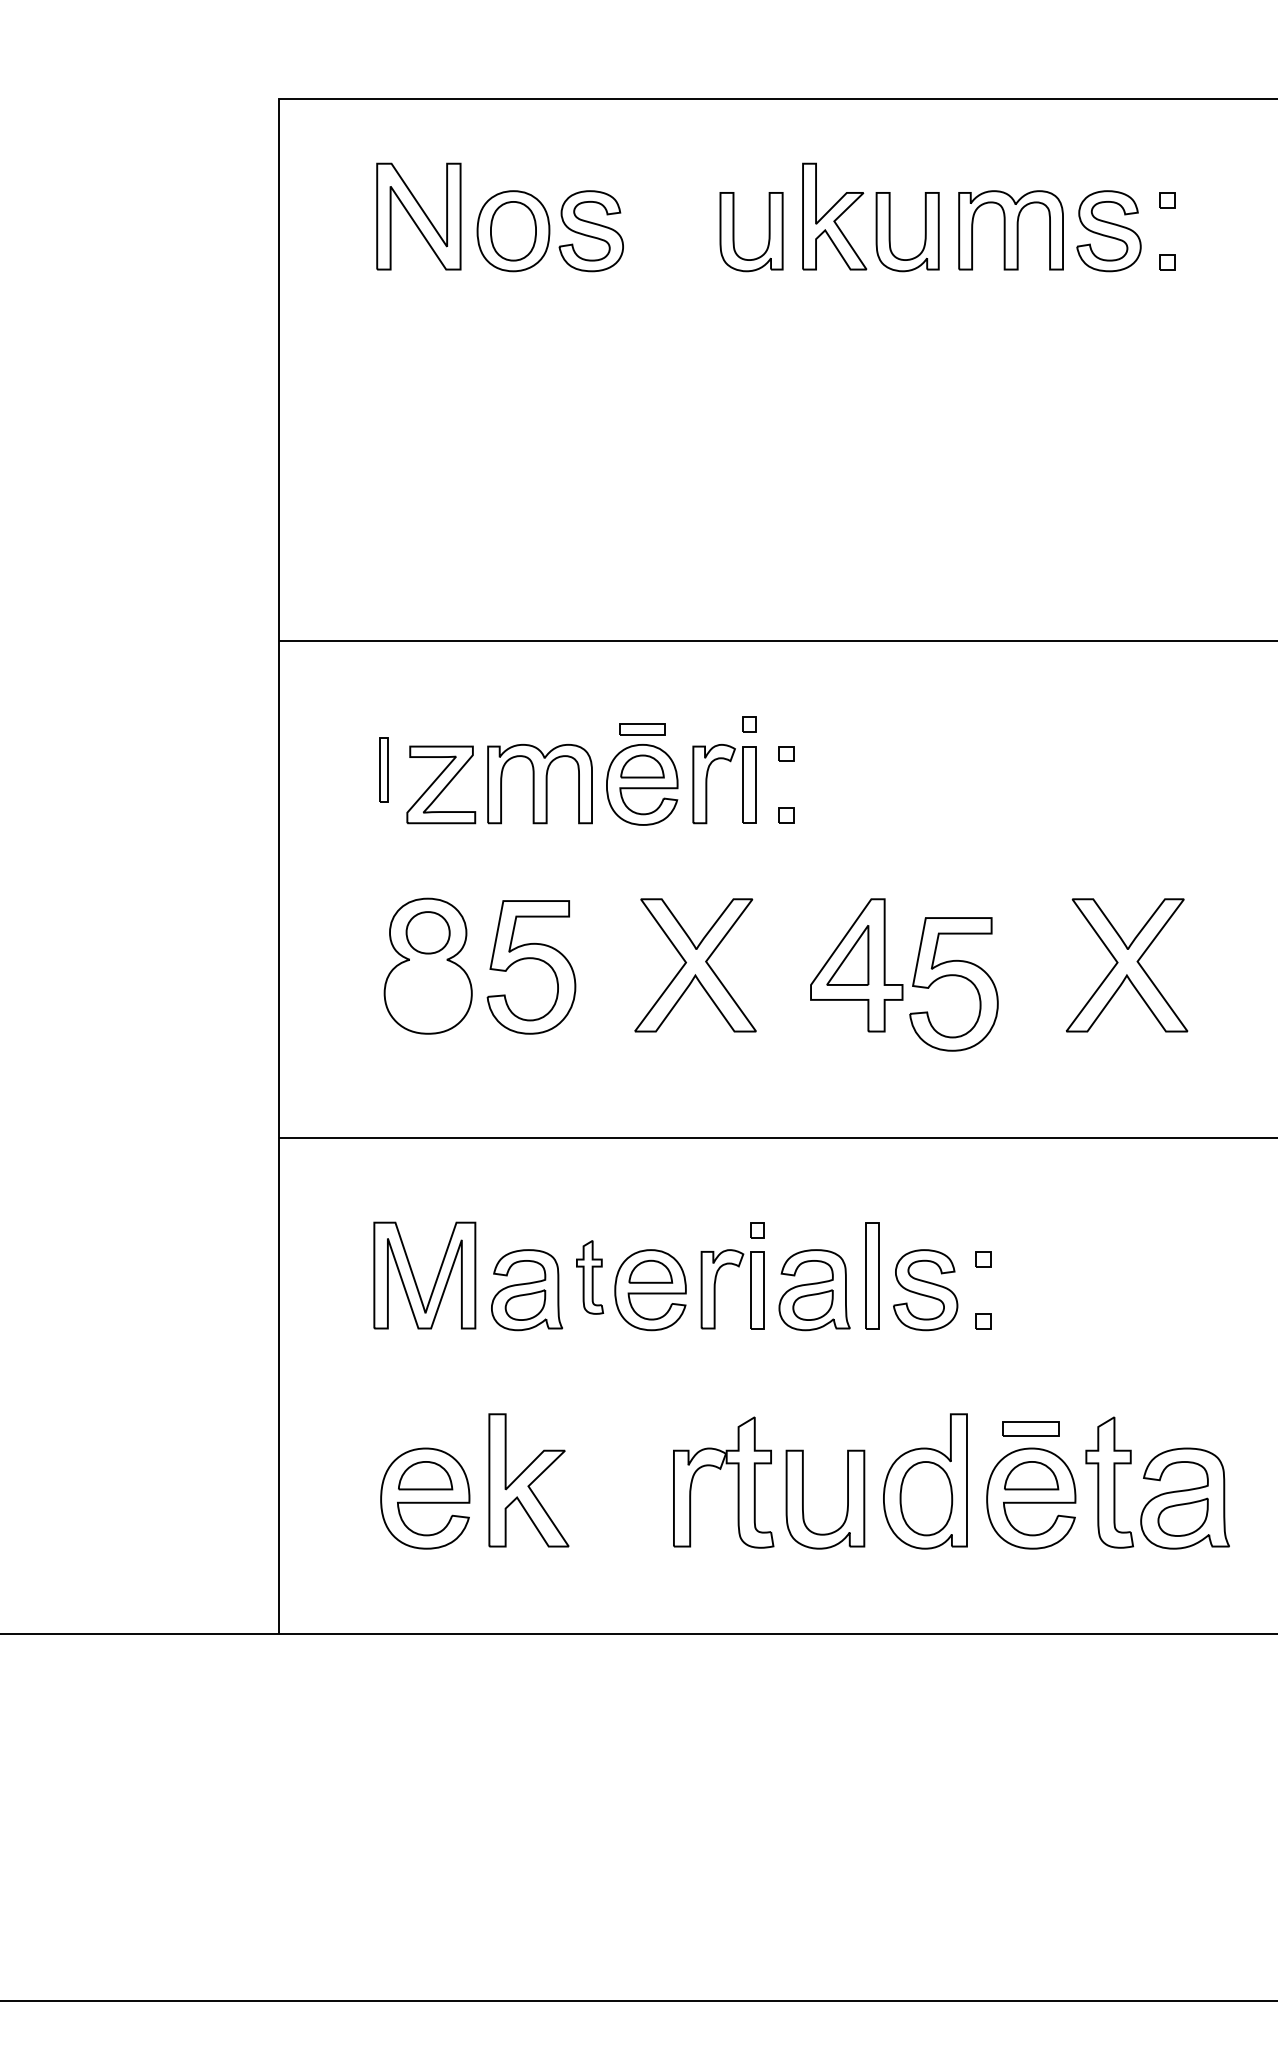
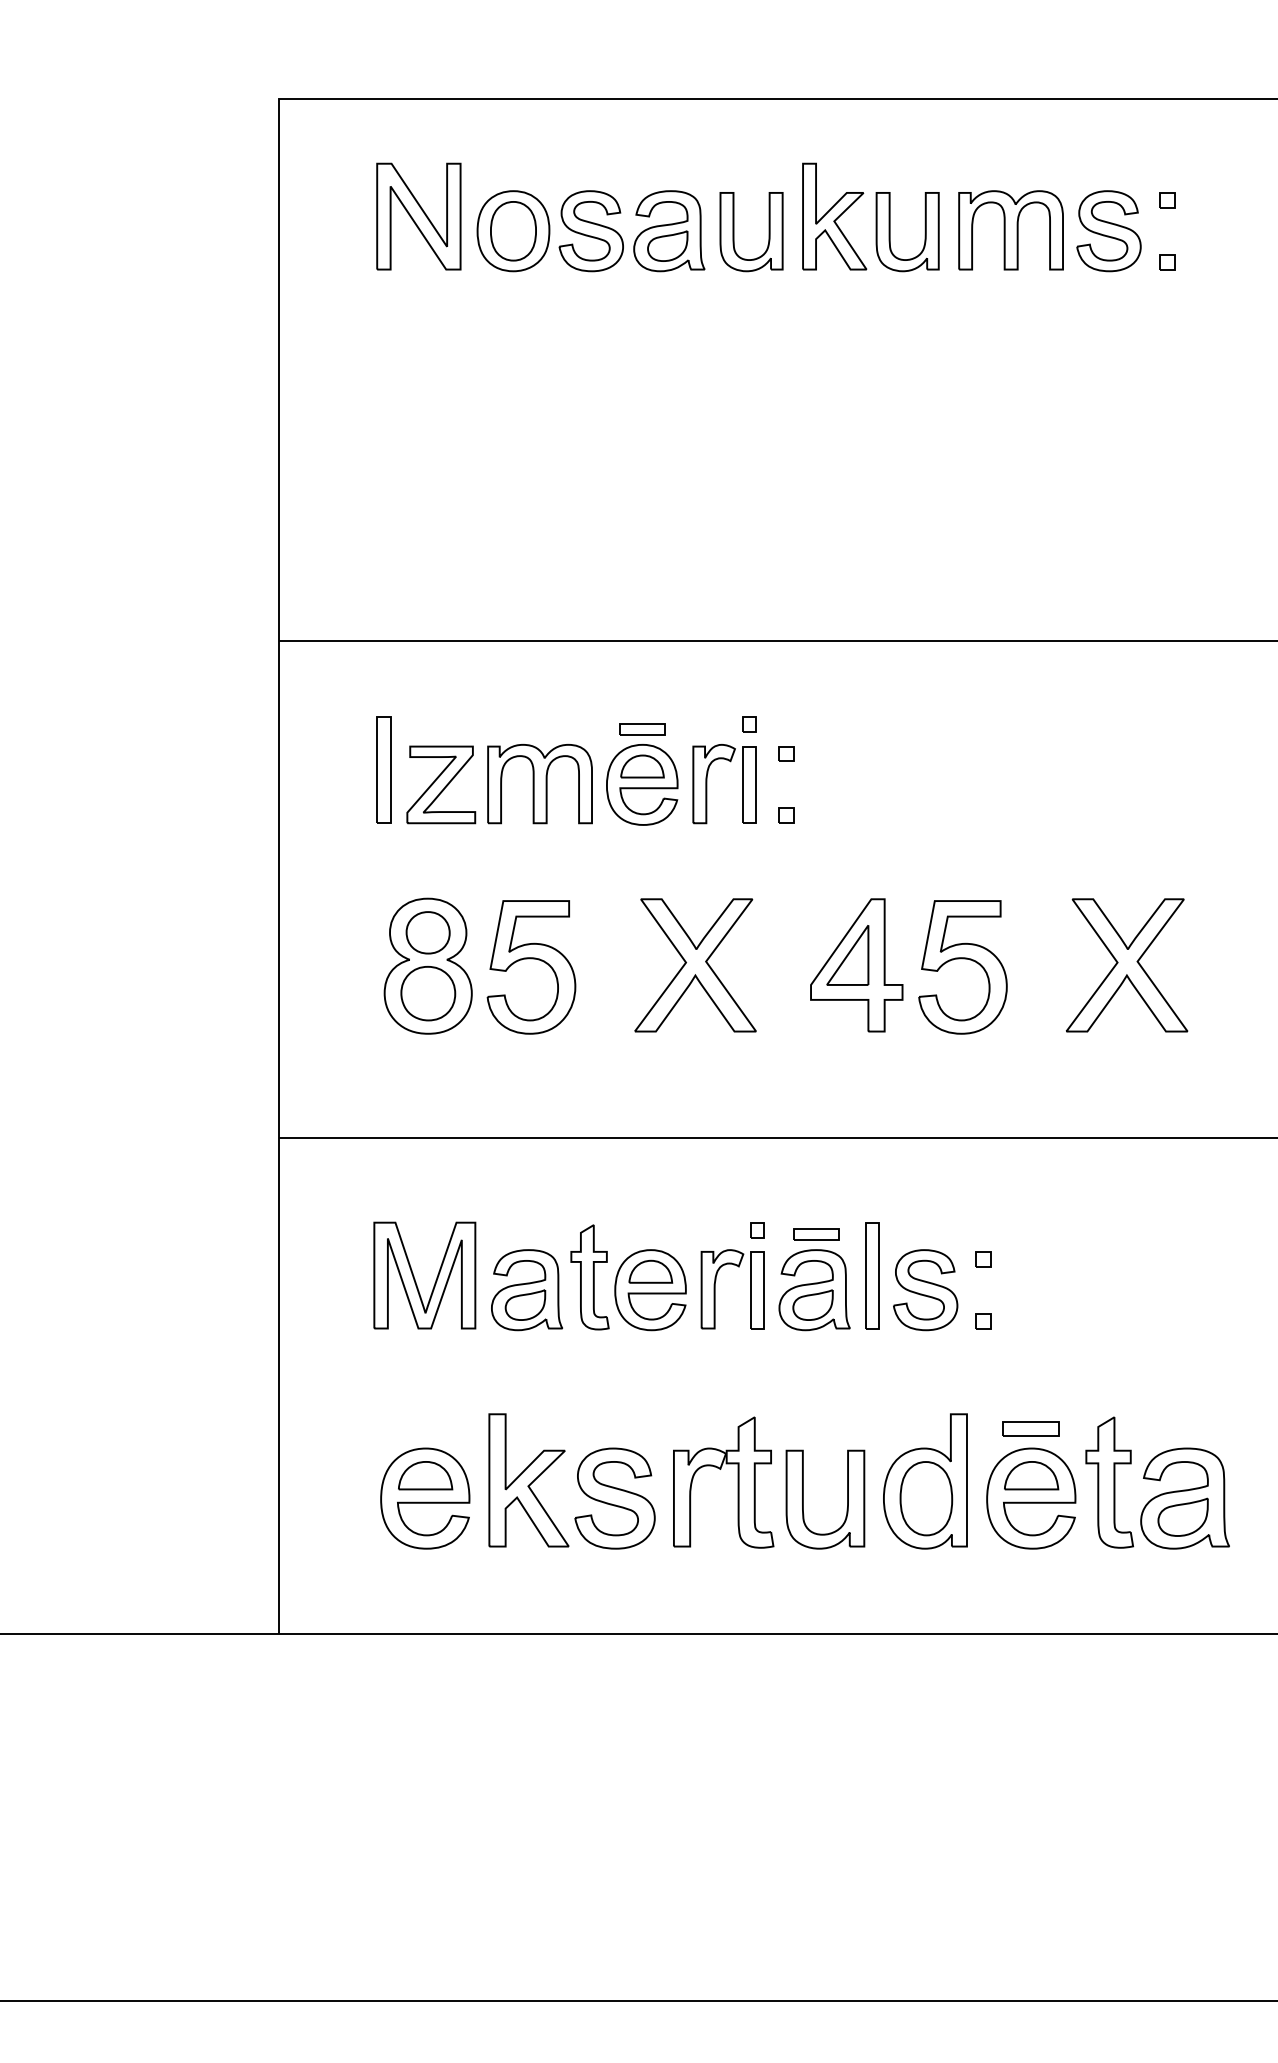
part at (669, 231): none -> present
part at (383, 769) size: 10x66 px -> 16x108 px
part at (953, 976) position: (953, 976) -> (962, 959)
part at (428, 993): none -> present
part at (816, 1234): none -> present
part at (590, 1277) size: 29x75 px -> 40x107 px
part at (614, 1498): none -> present
